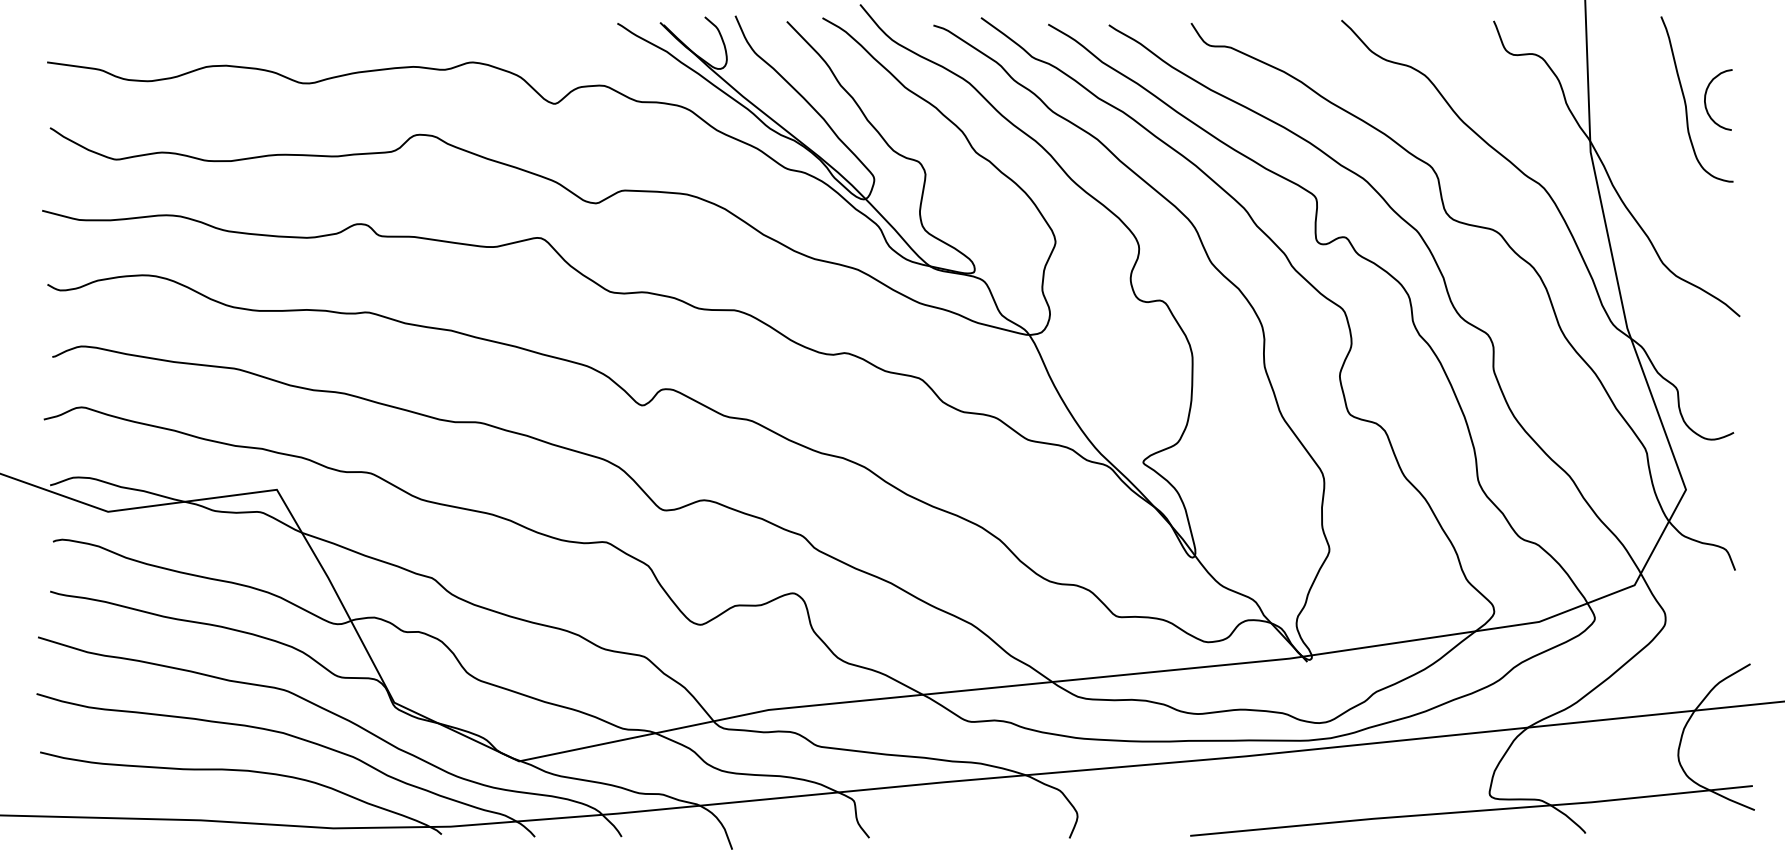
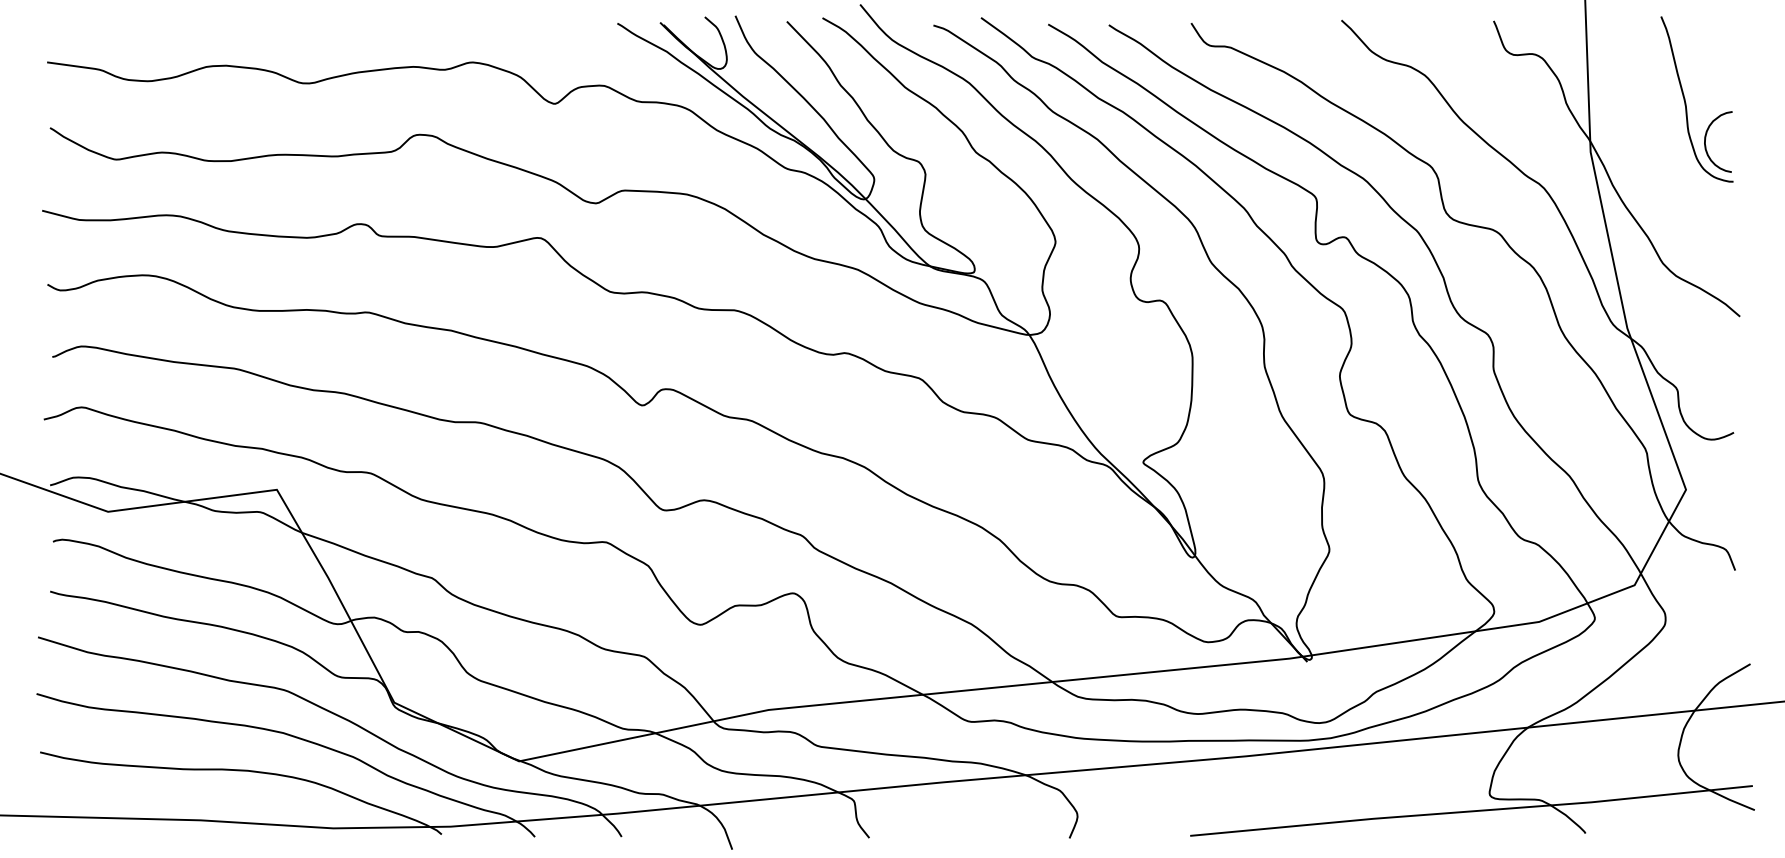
curve at (1706, 96) position: (1706, 96) -> (1706, 138)
